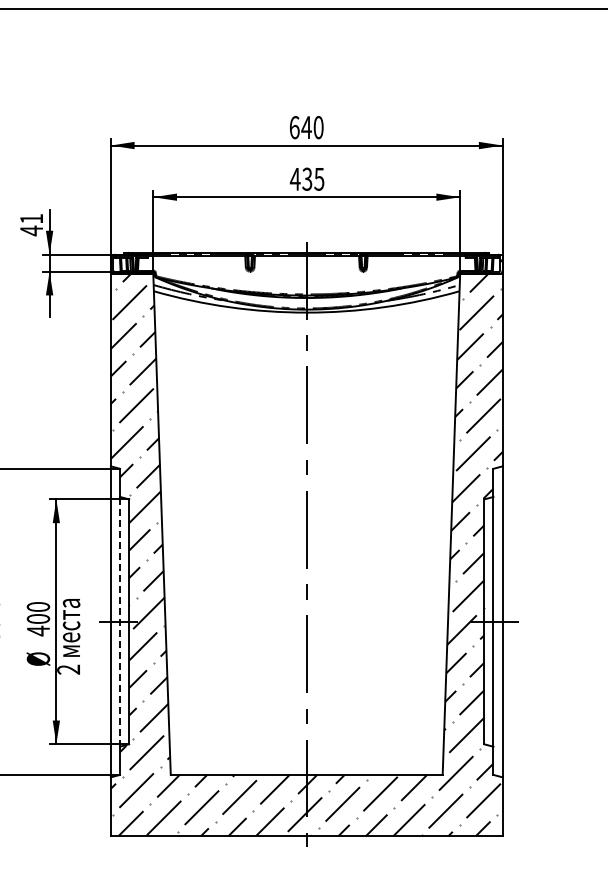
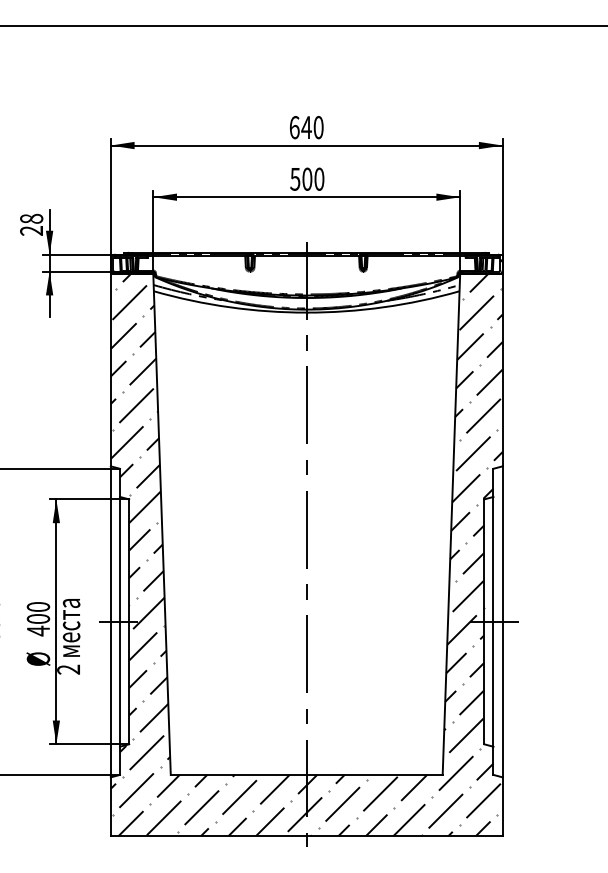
line at (303, 9) position: (303, 9) -> (303, 26)
text at (306, 178): 435 -> 500
text at (31, 224): 41 -> 28
line at (120, 621): dashed -> solid
